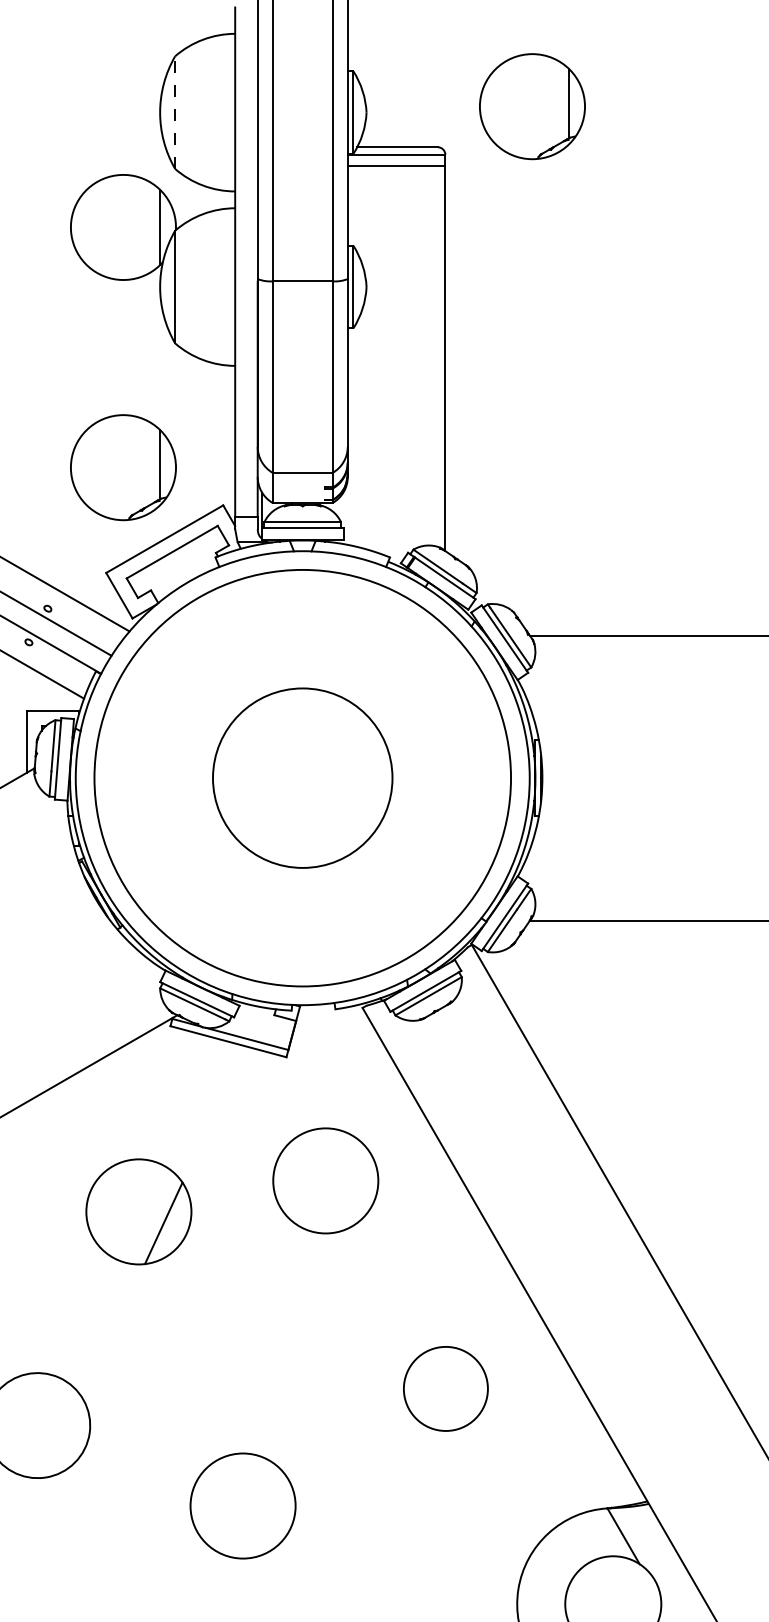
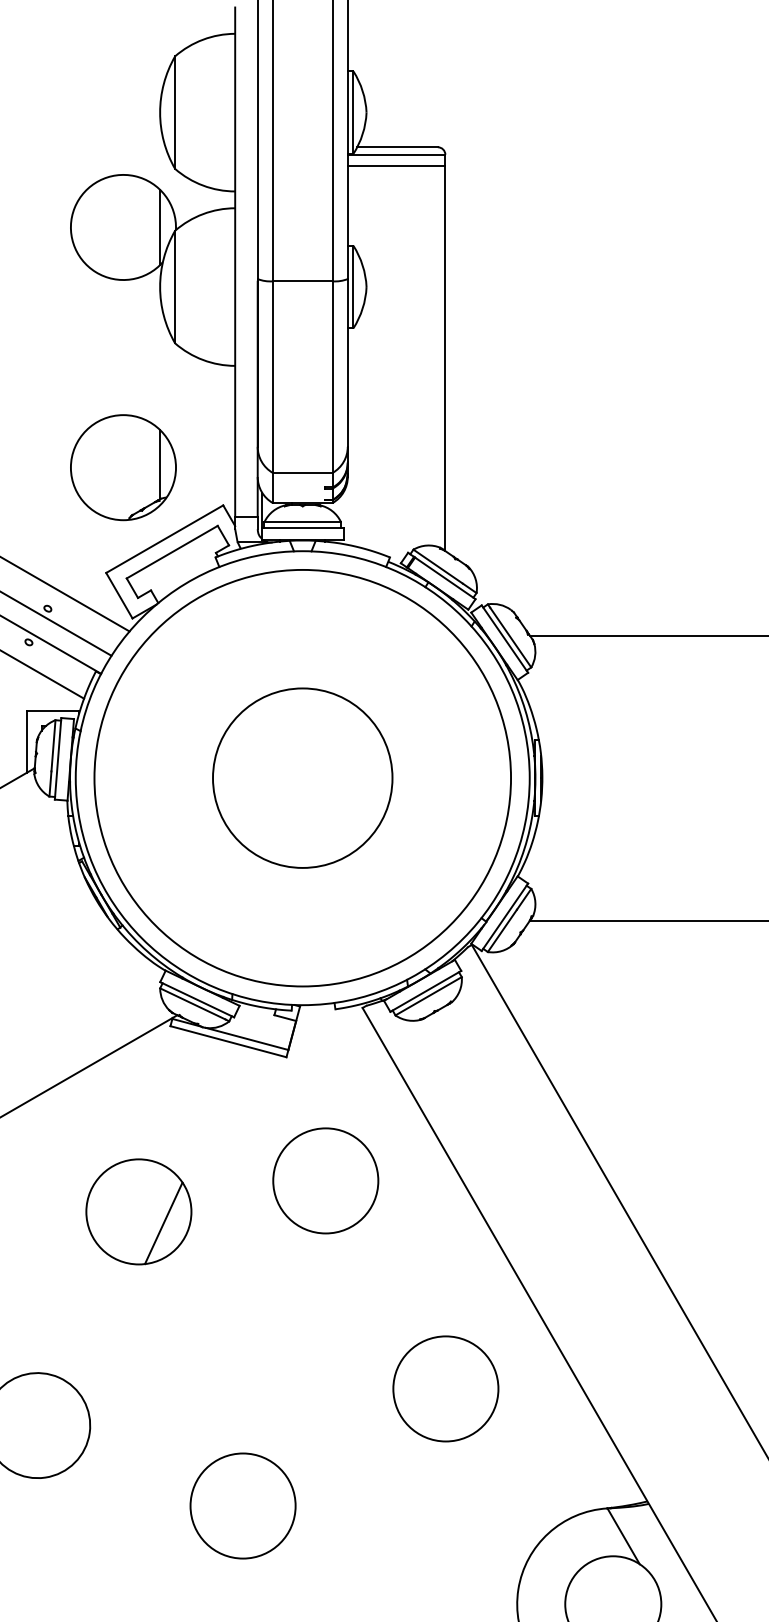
part at (532, 106): present -> none
line at (175, 112): dashed -> solid
circle at (445, 1388) diameter: 84 px -> 105 px
